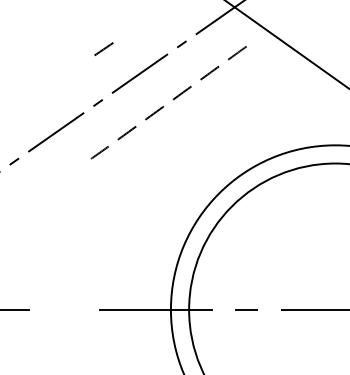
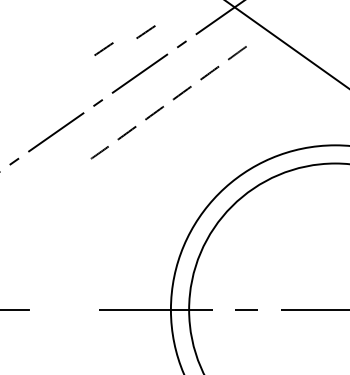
line at (145, 31): none -> present
